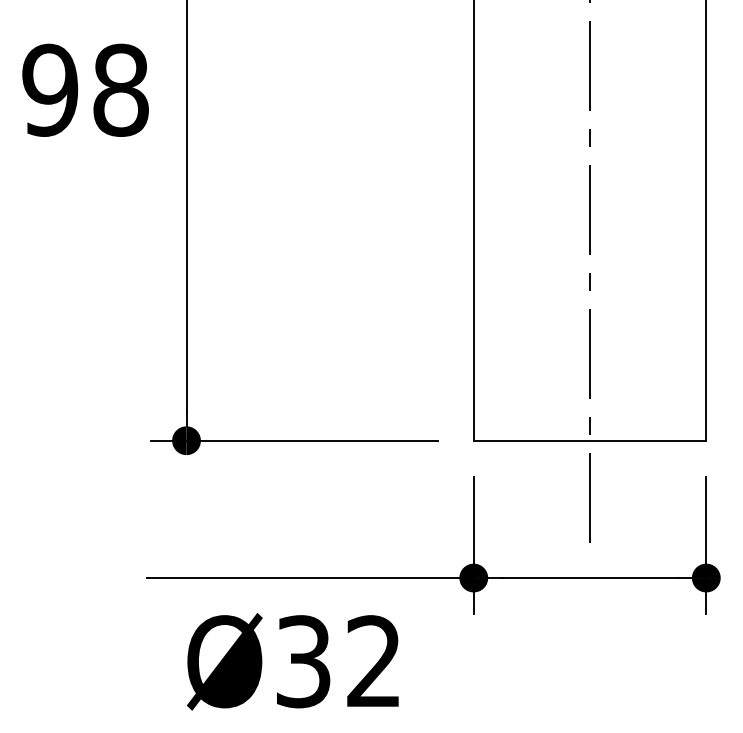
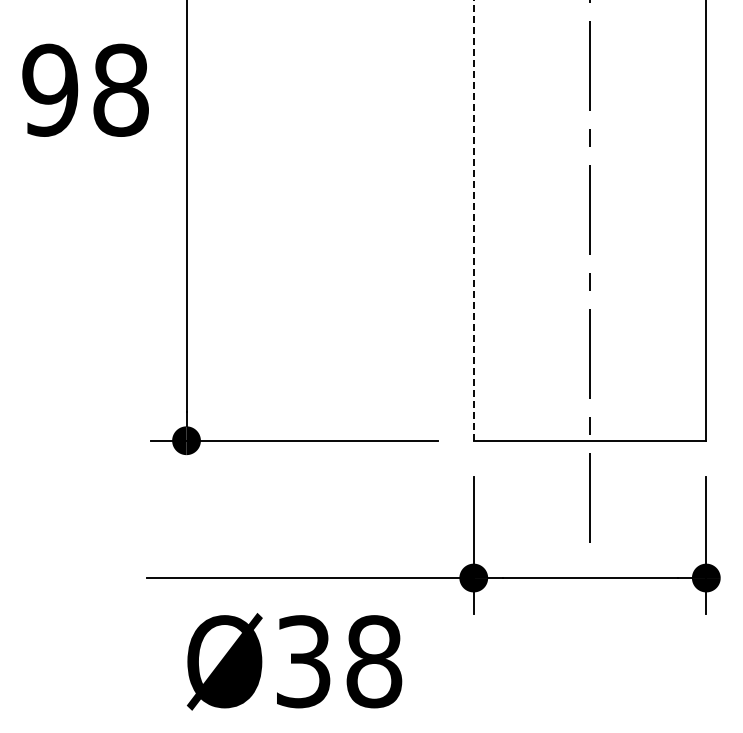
line at (473, 220): solid -> dashed
text at (374, 661): Ø32 -> Ø38
